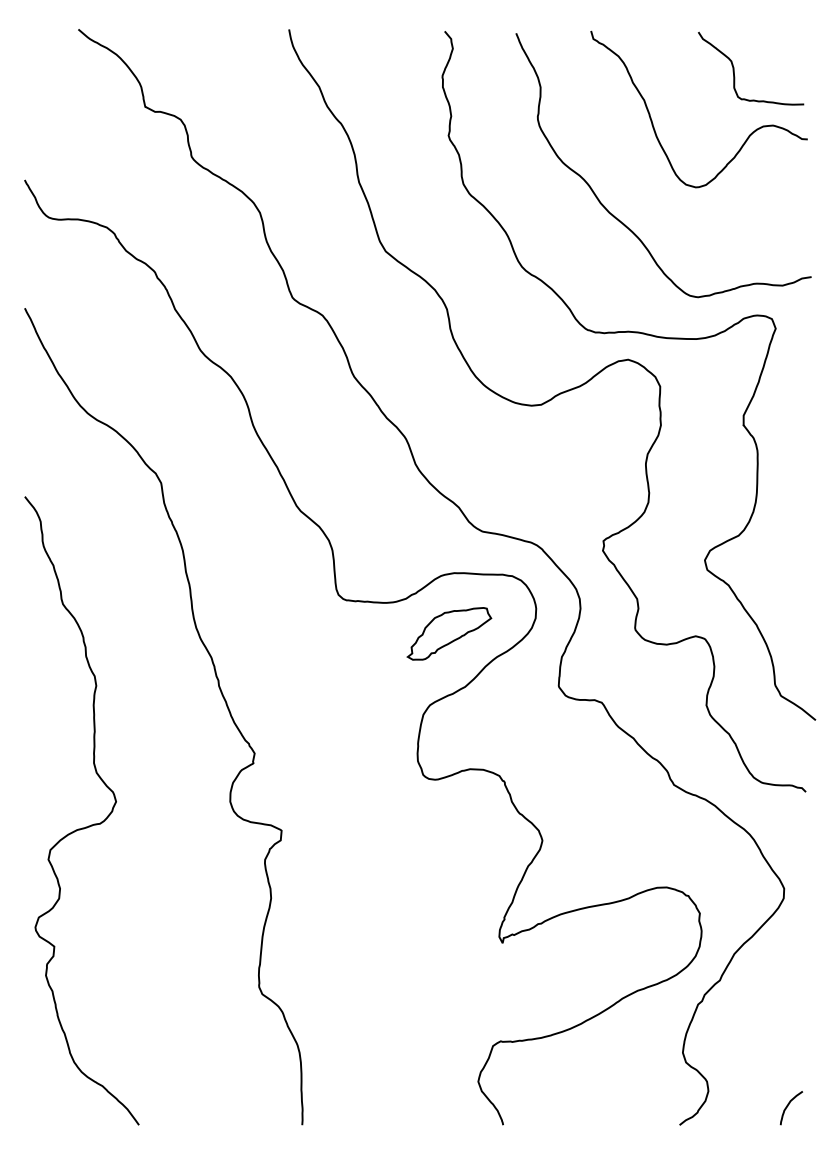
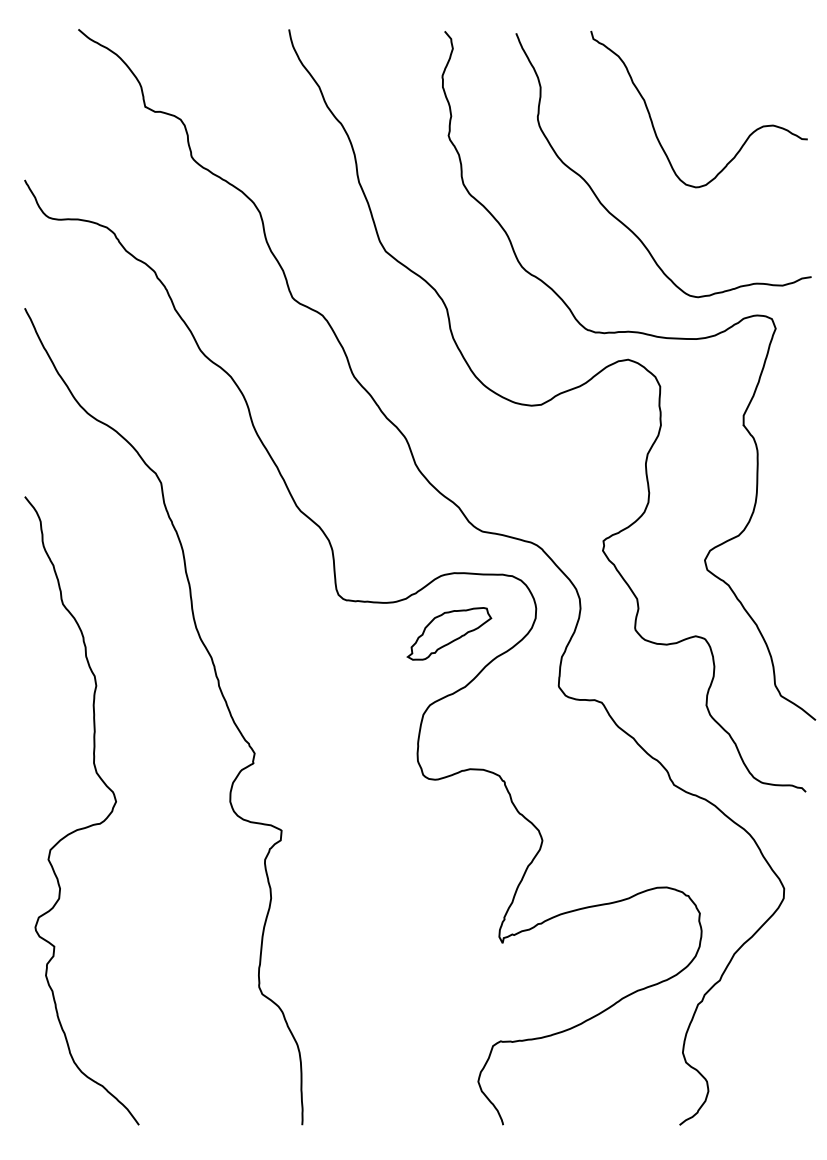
curve at (734, 68): present -> none
curve at (788, 1106): present -> none
